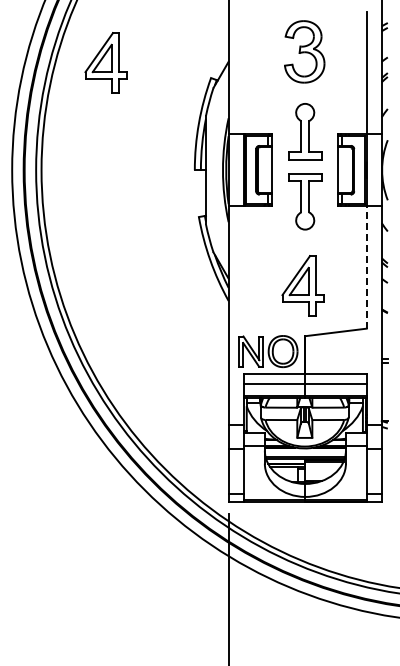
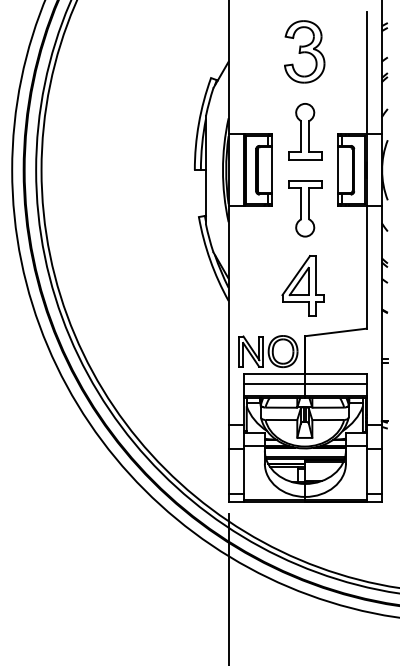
part at (105, 62): present -> none
part at (305, 201) position: (305, 201) -> (305, 208)
line at (366, 267): dashed -> solid
